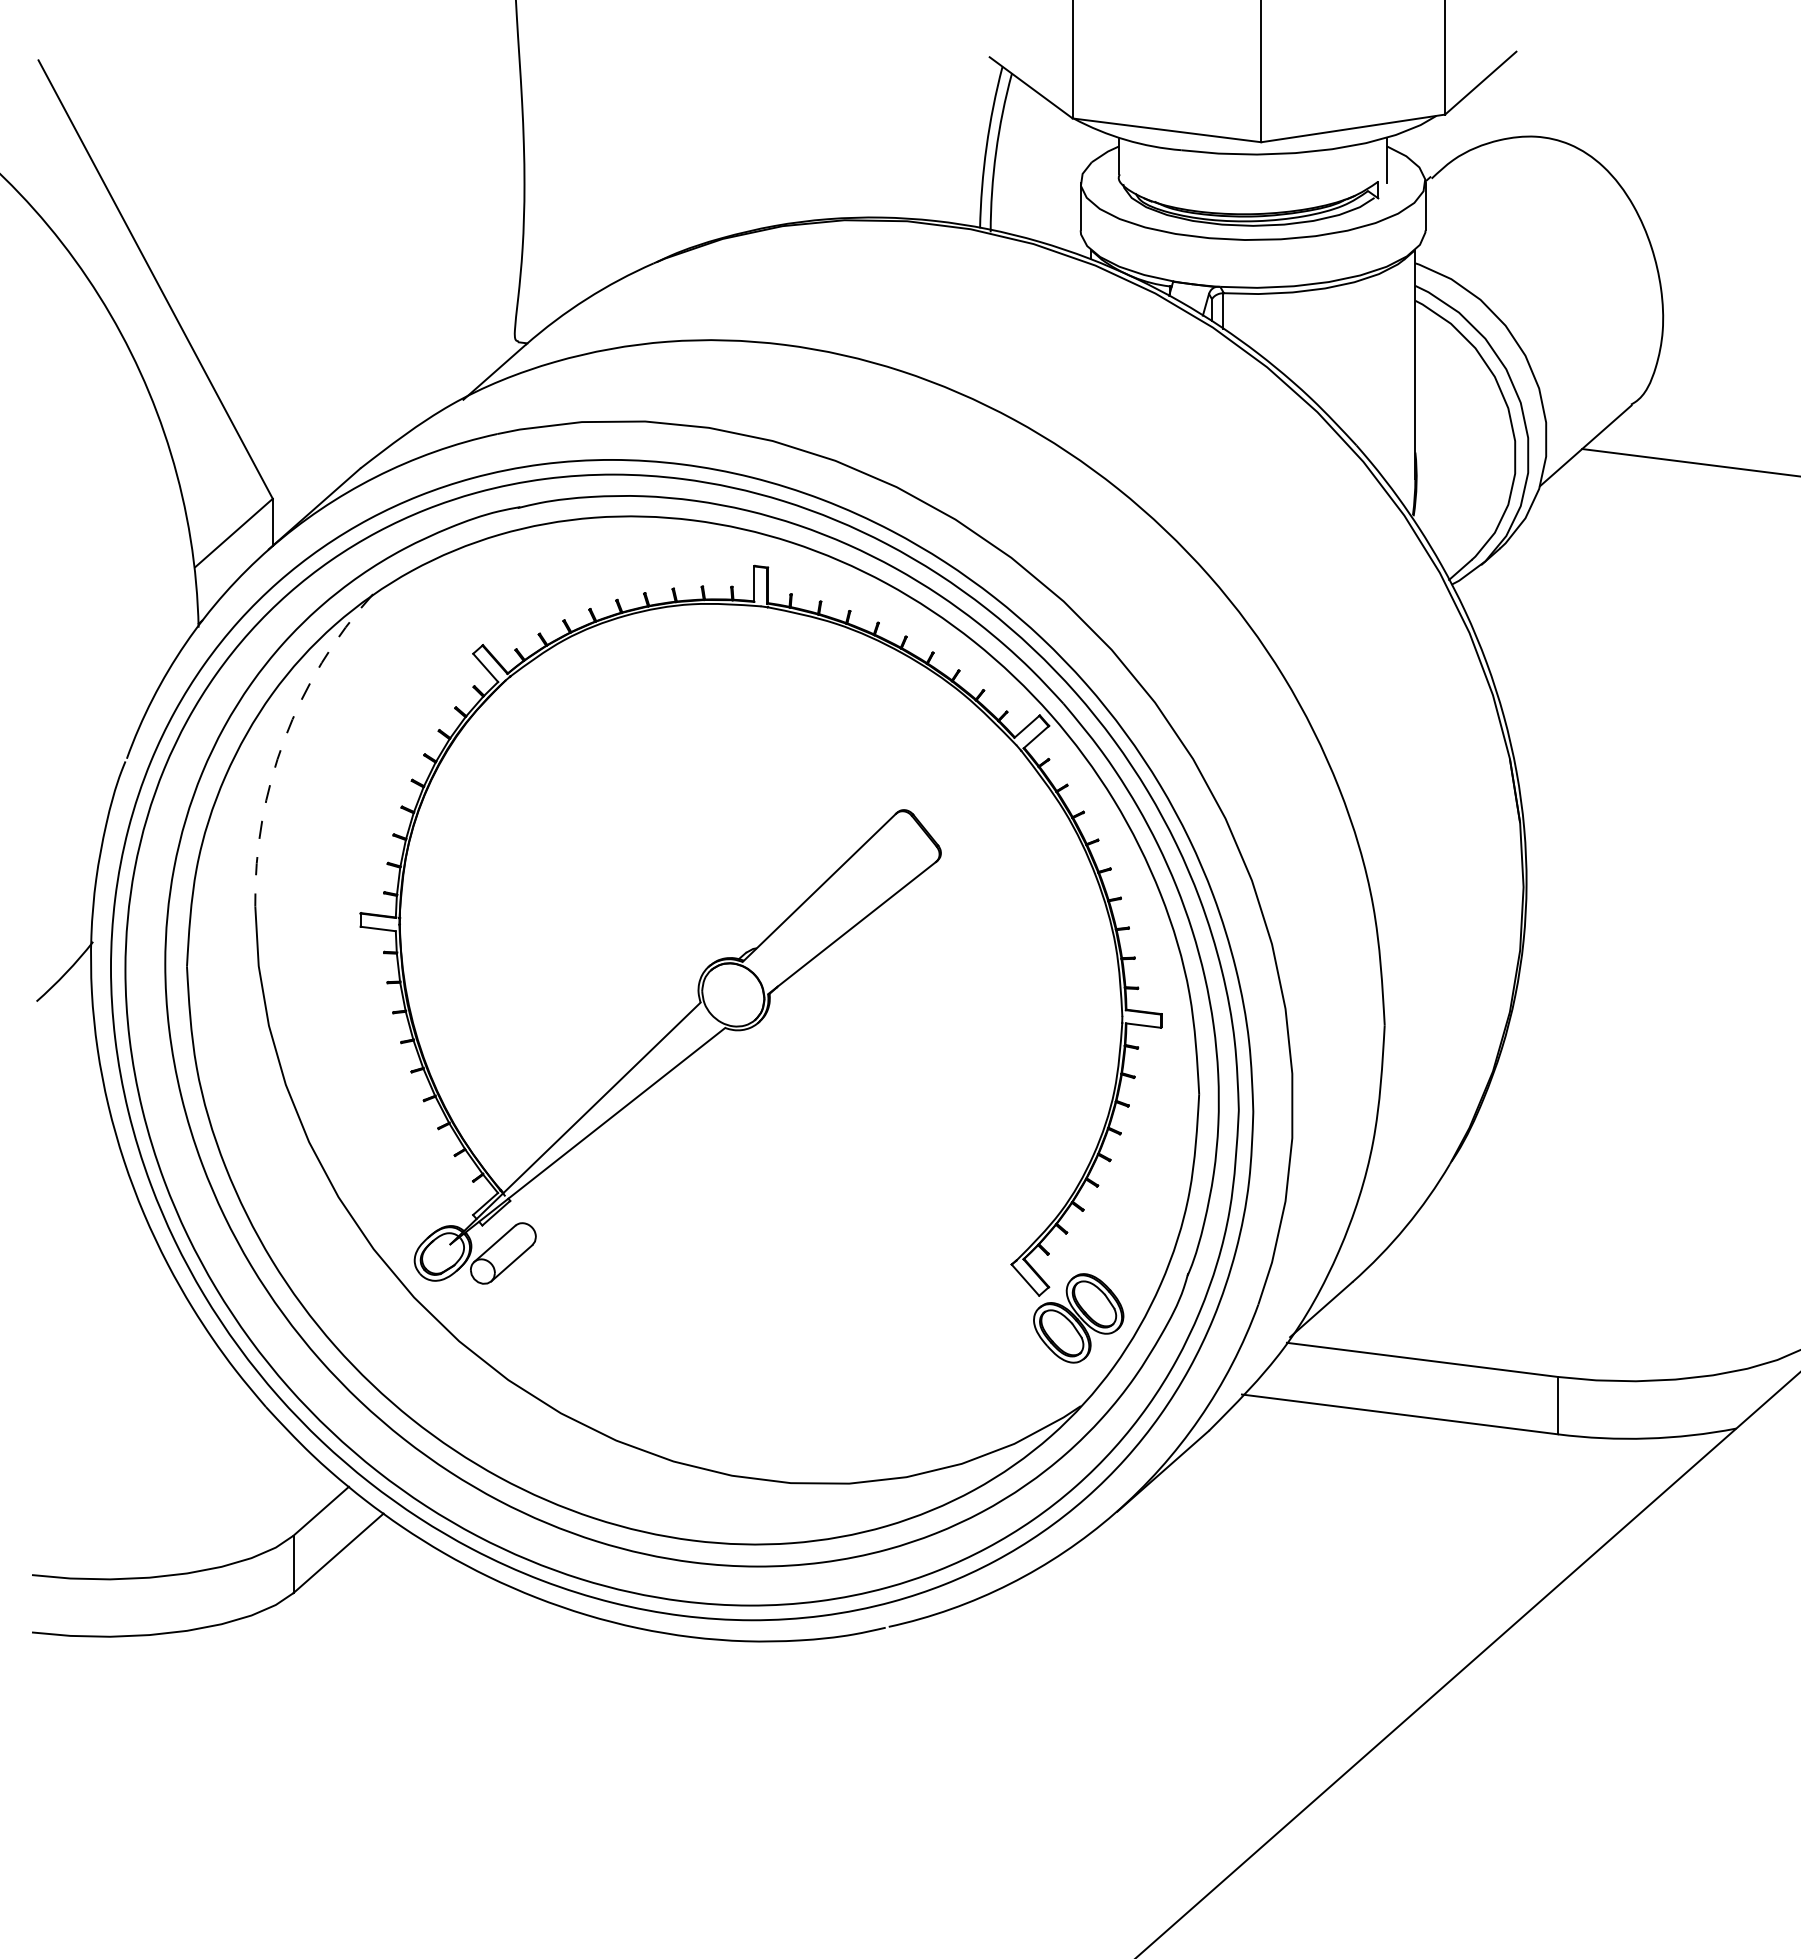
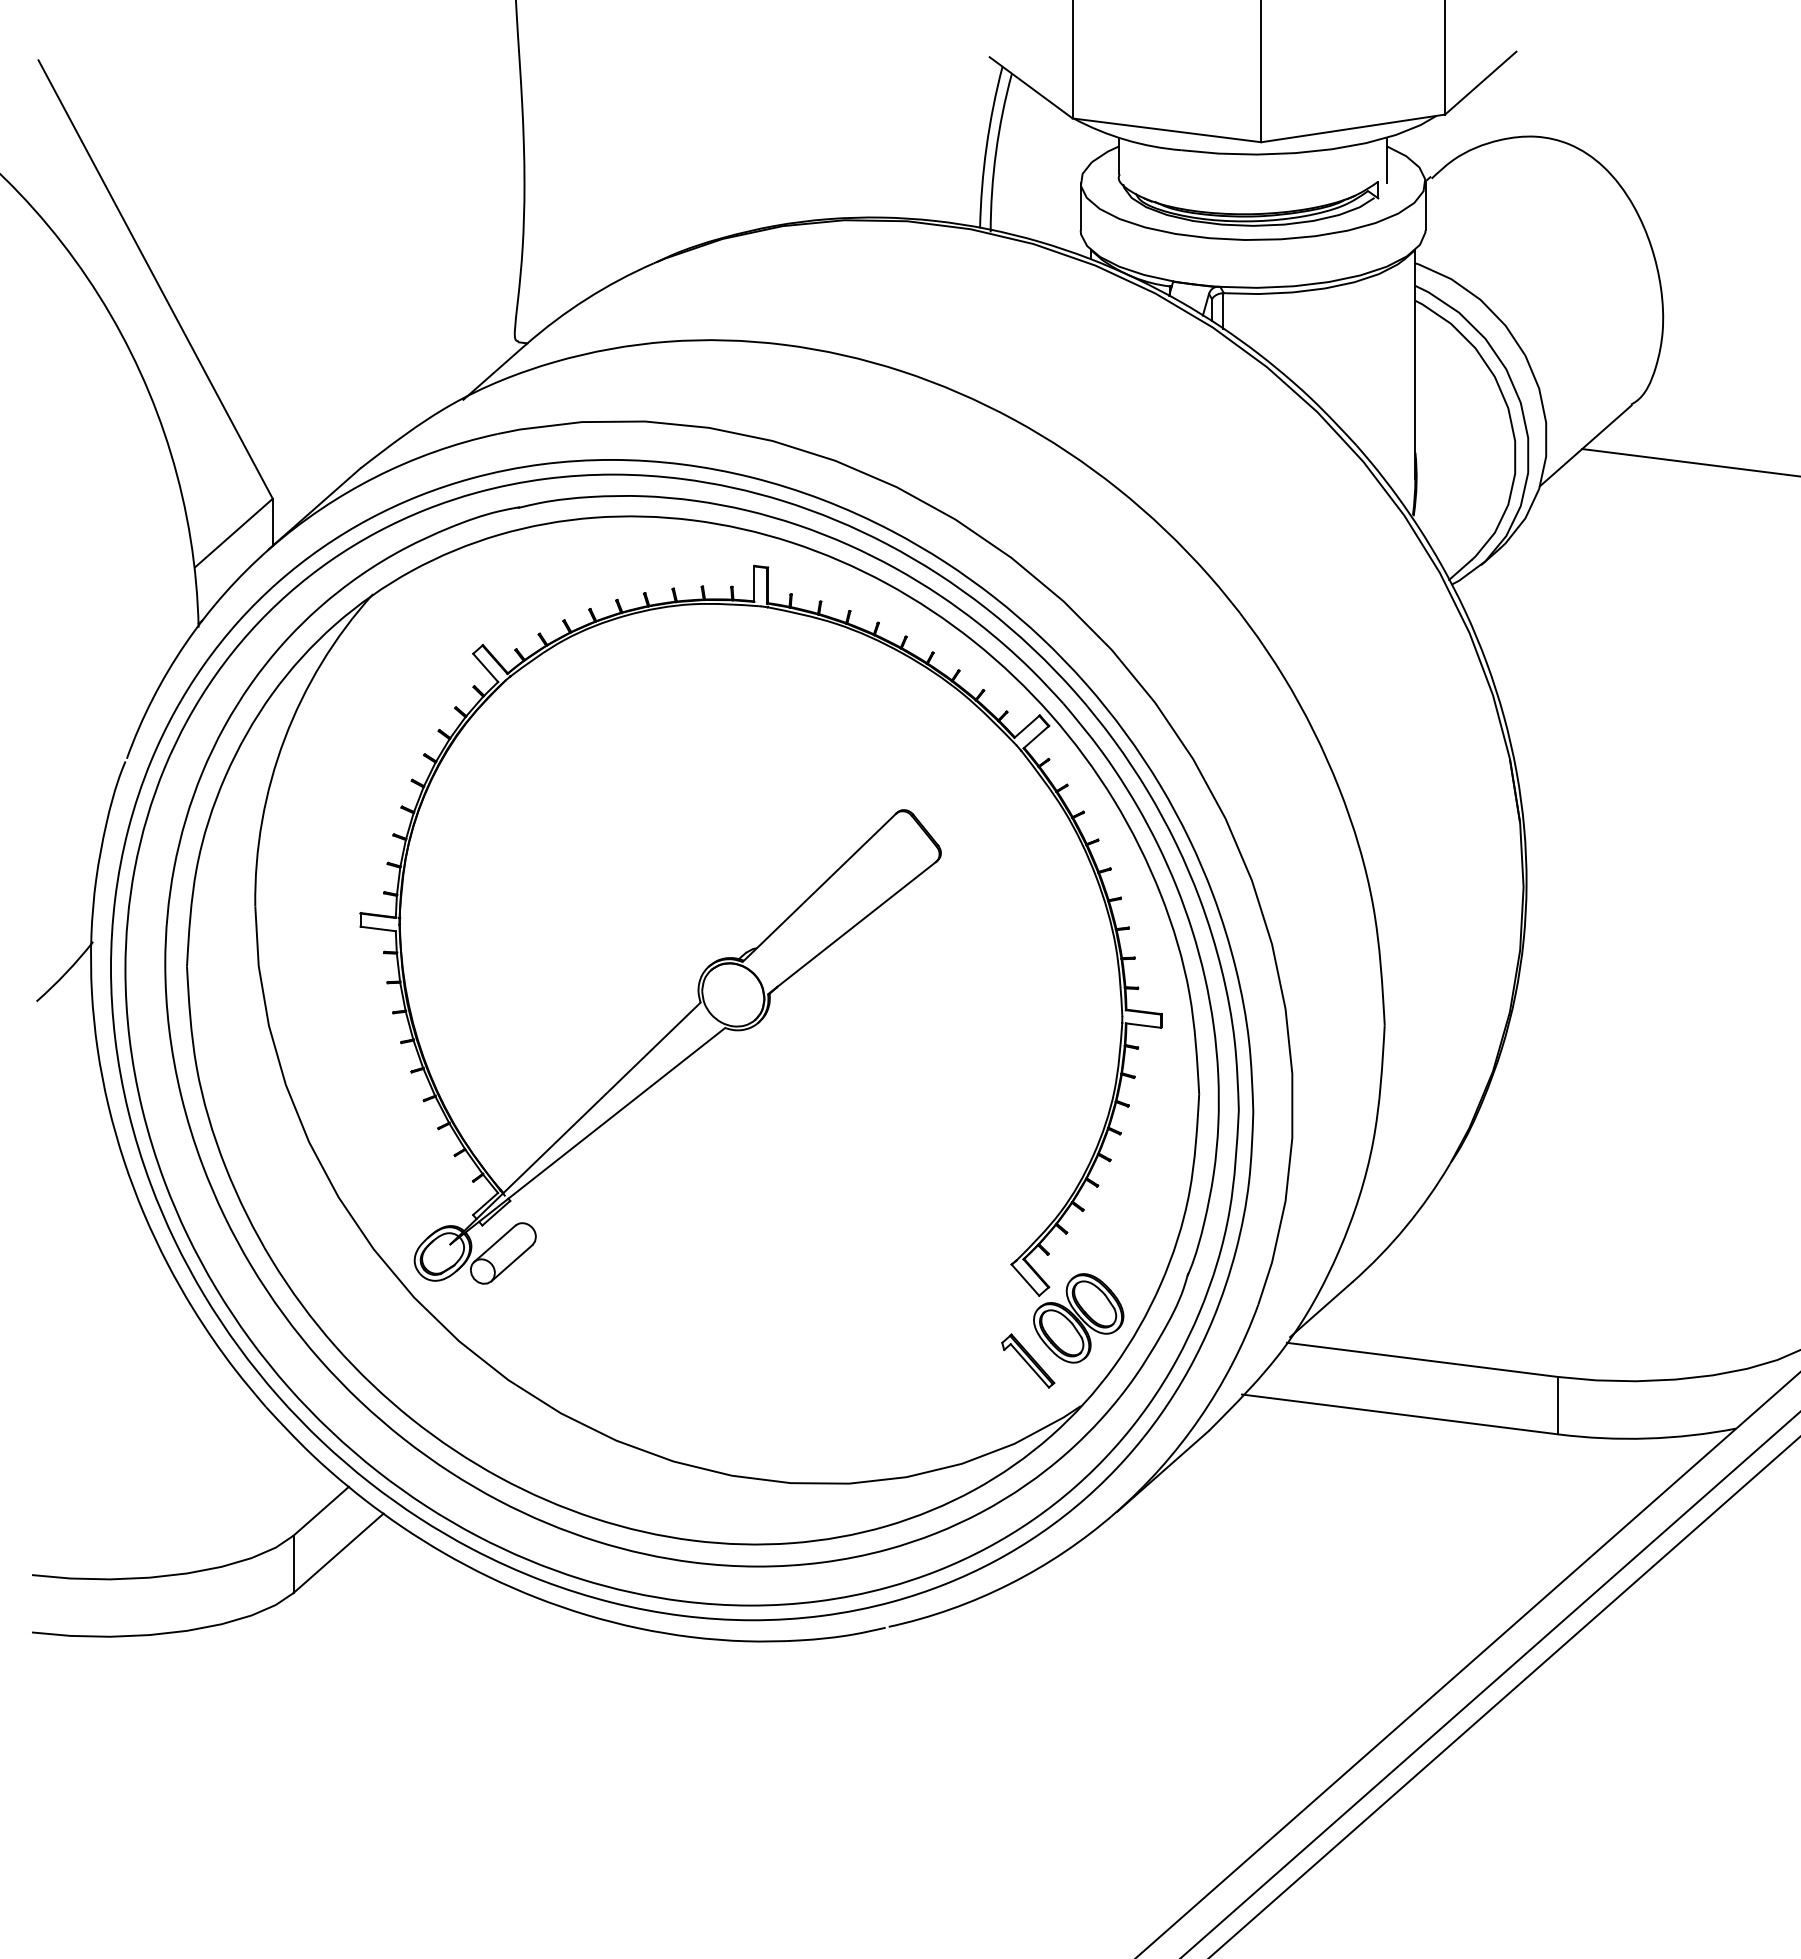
arc at (284, 739): dashed -> solid
part at (1028, 1360): none -> present
line at (1490, 1684): none -> present
line at (1504, 1697): none -> present
